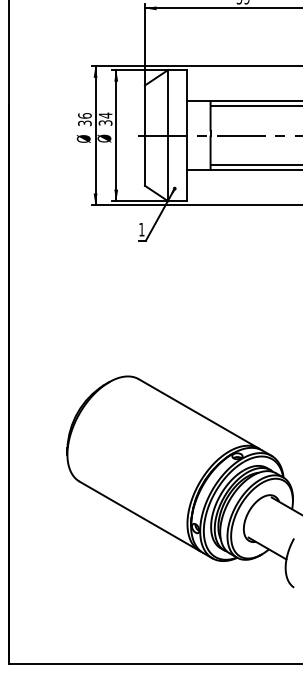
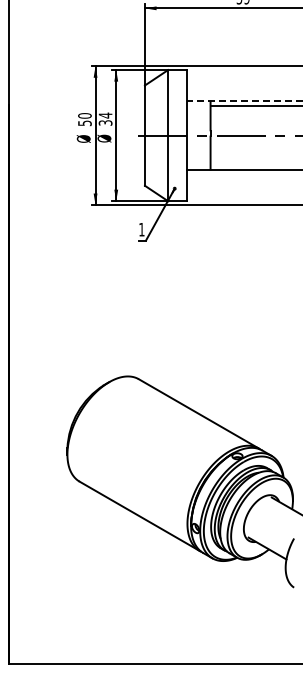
line at (245, 100): solid -> dashed
text at (84, 119): 36 -> 50
line at (254, 165): present -> none
